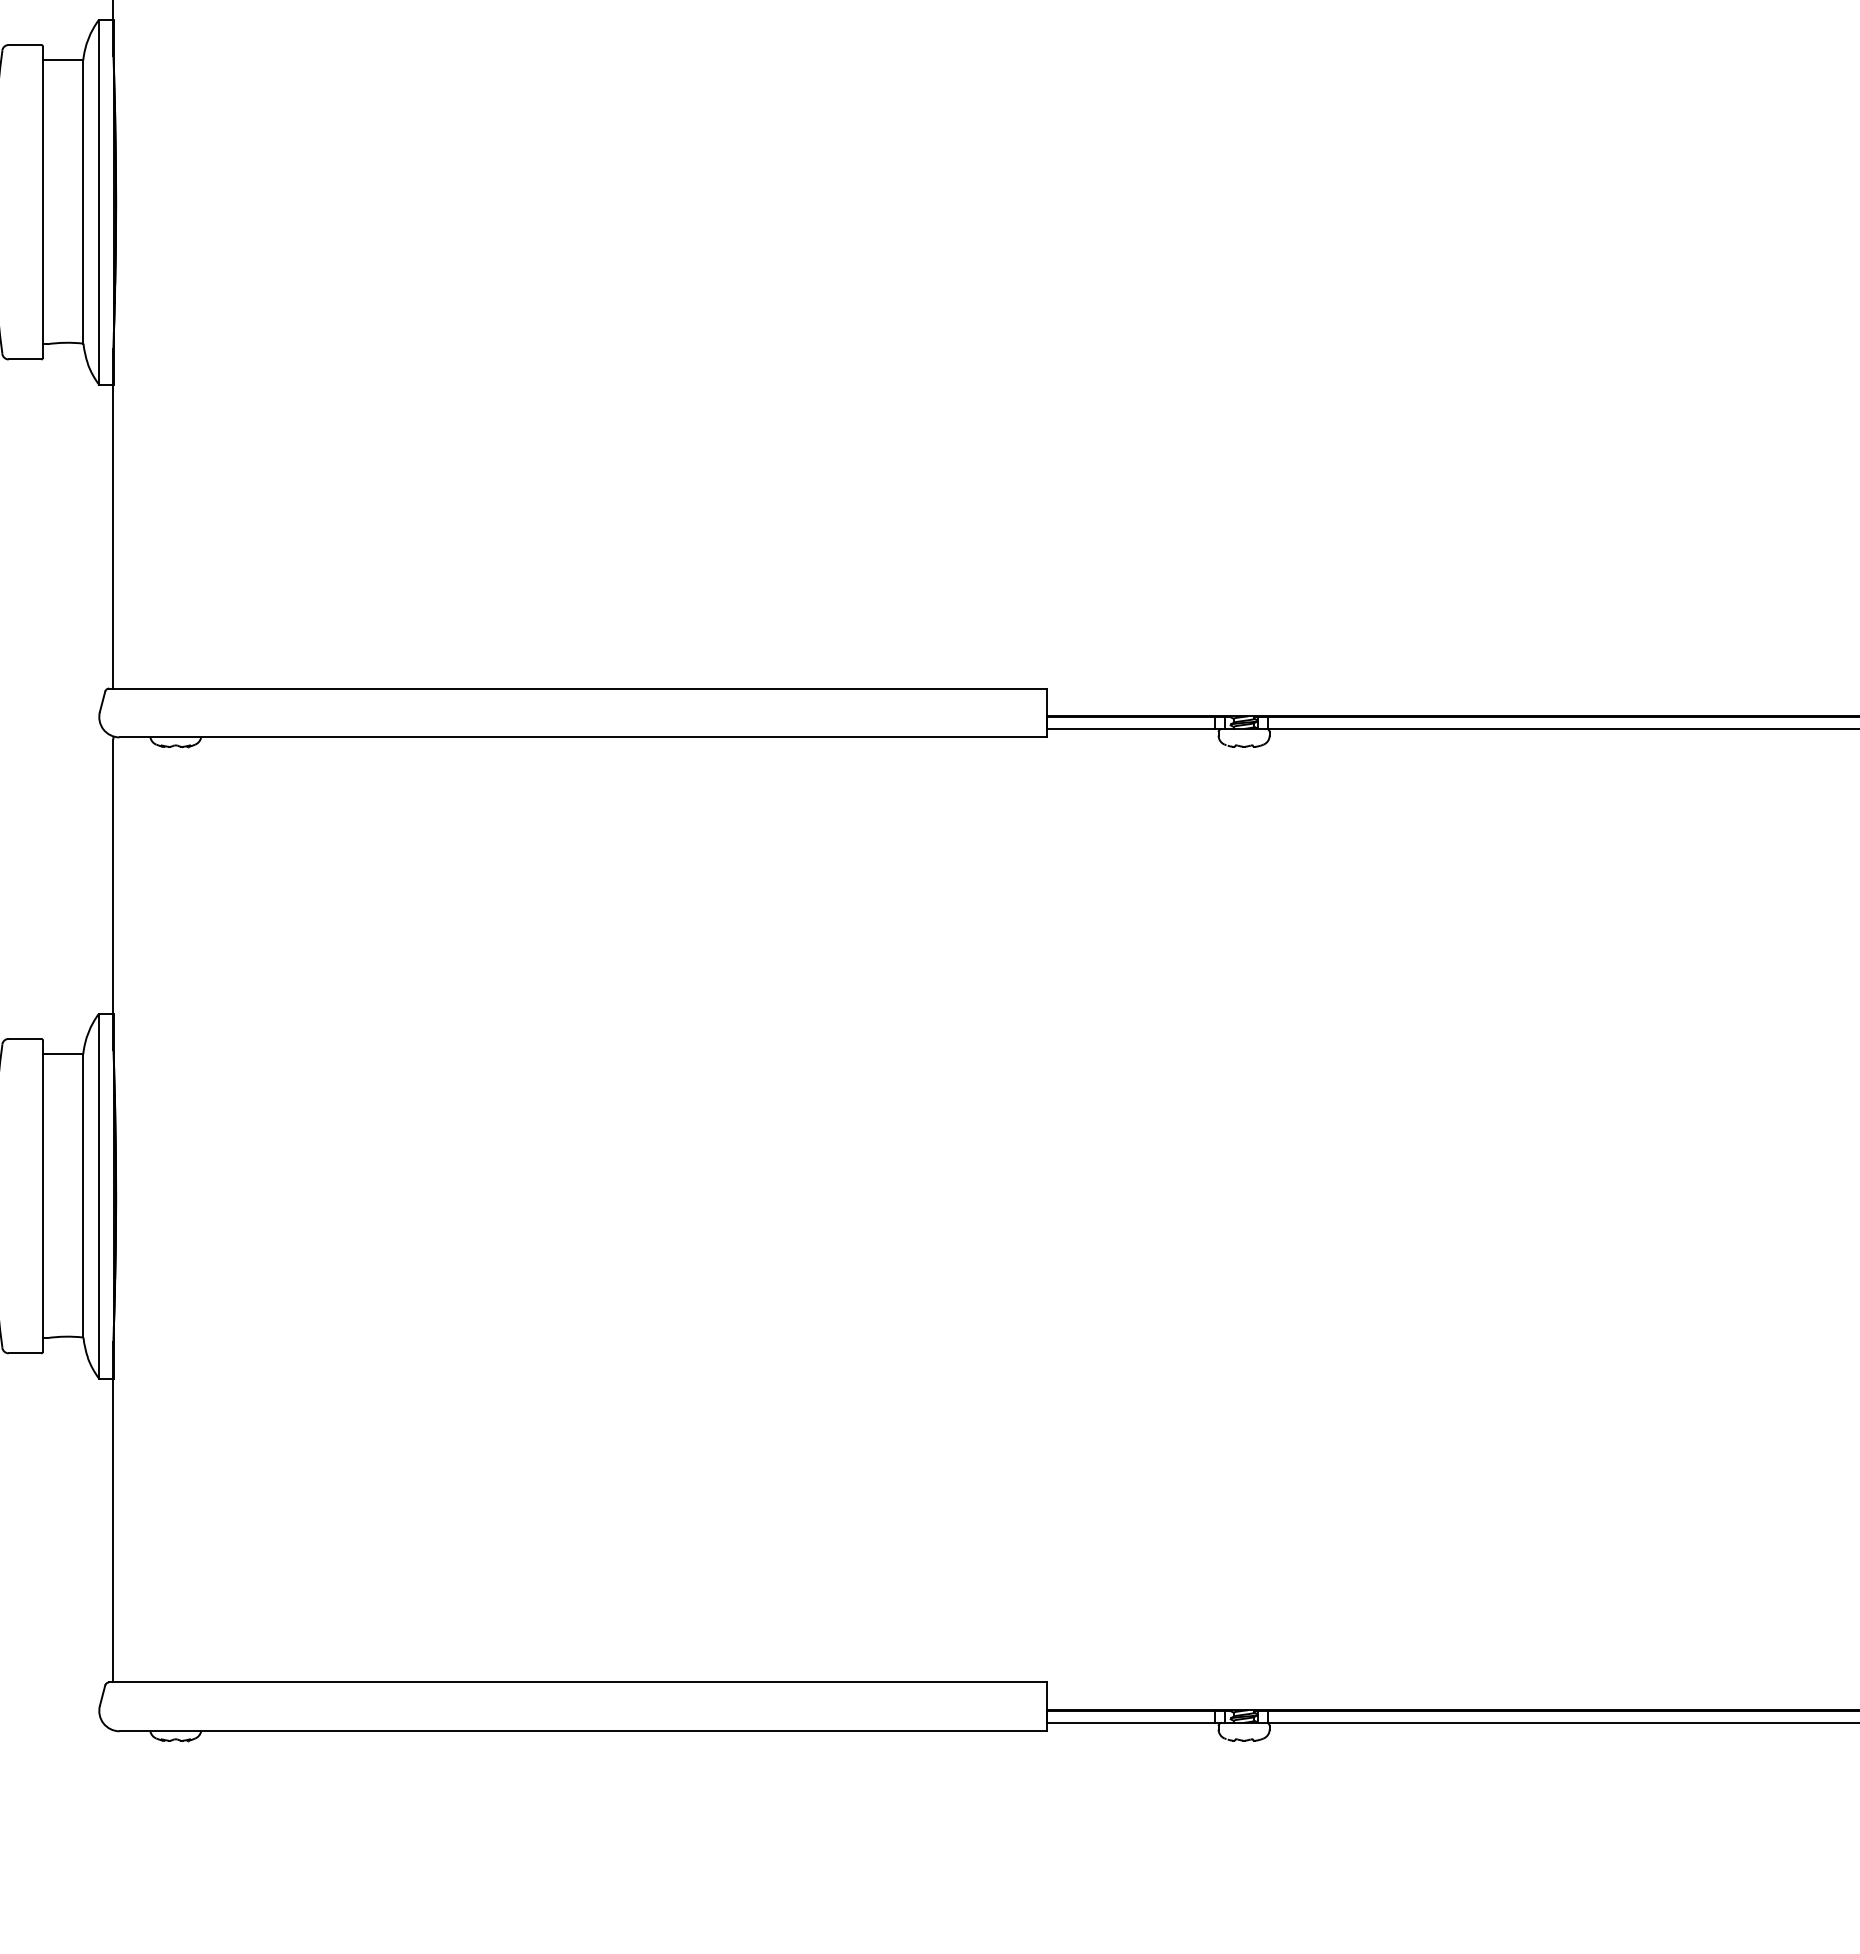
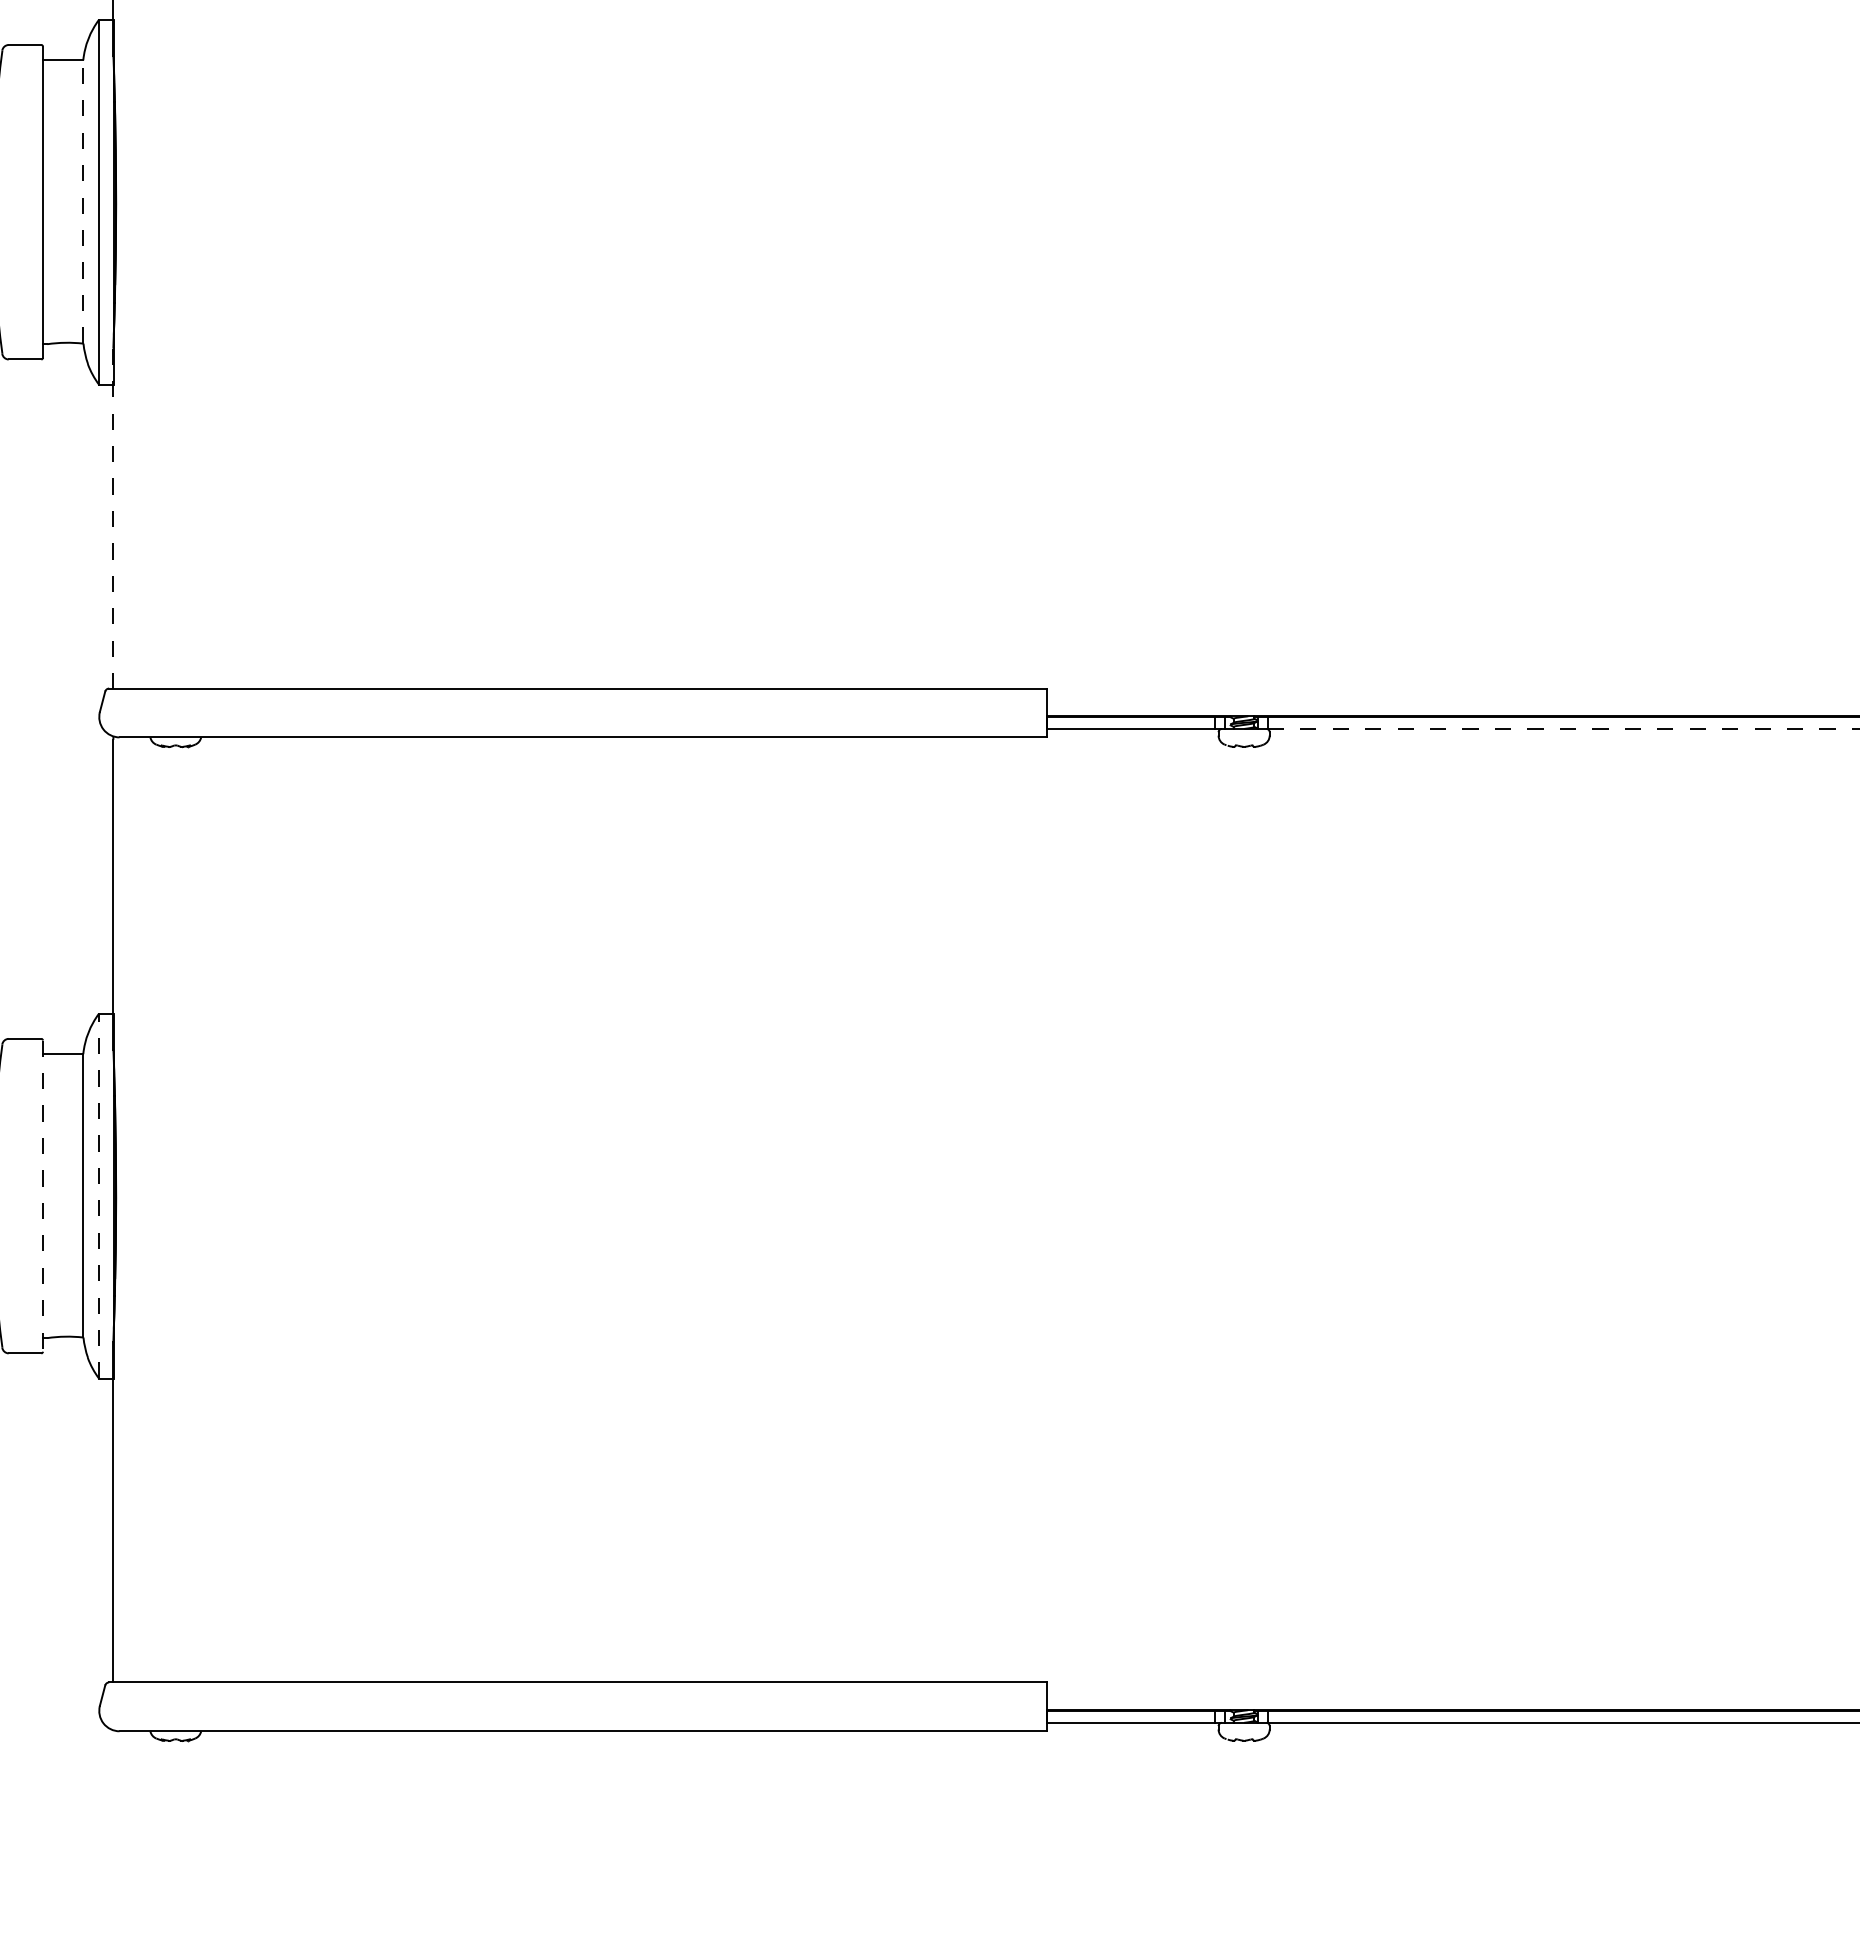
line at (83, 201): solid -> dashed
line at (113, 518): solid -> dashed
line at (1563, 728): solid -> dashed
line at (42, 1196): solid -> dashed
line at (99, 1196): solid -> dashed
